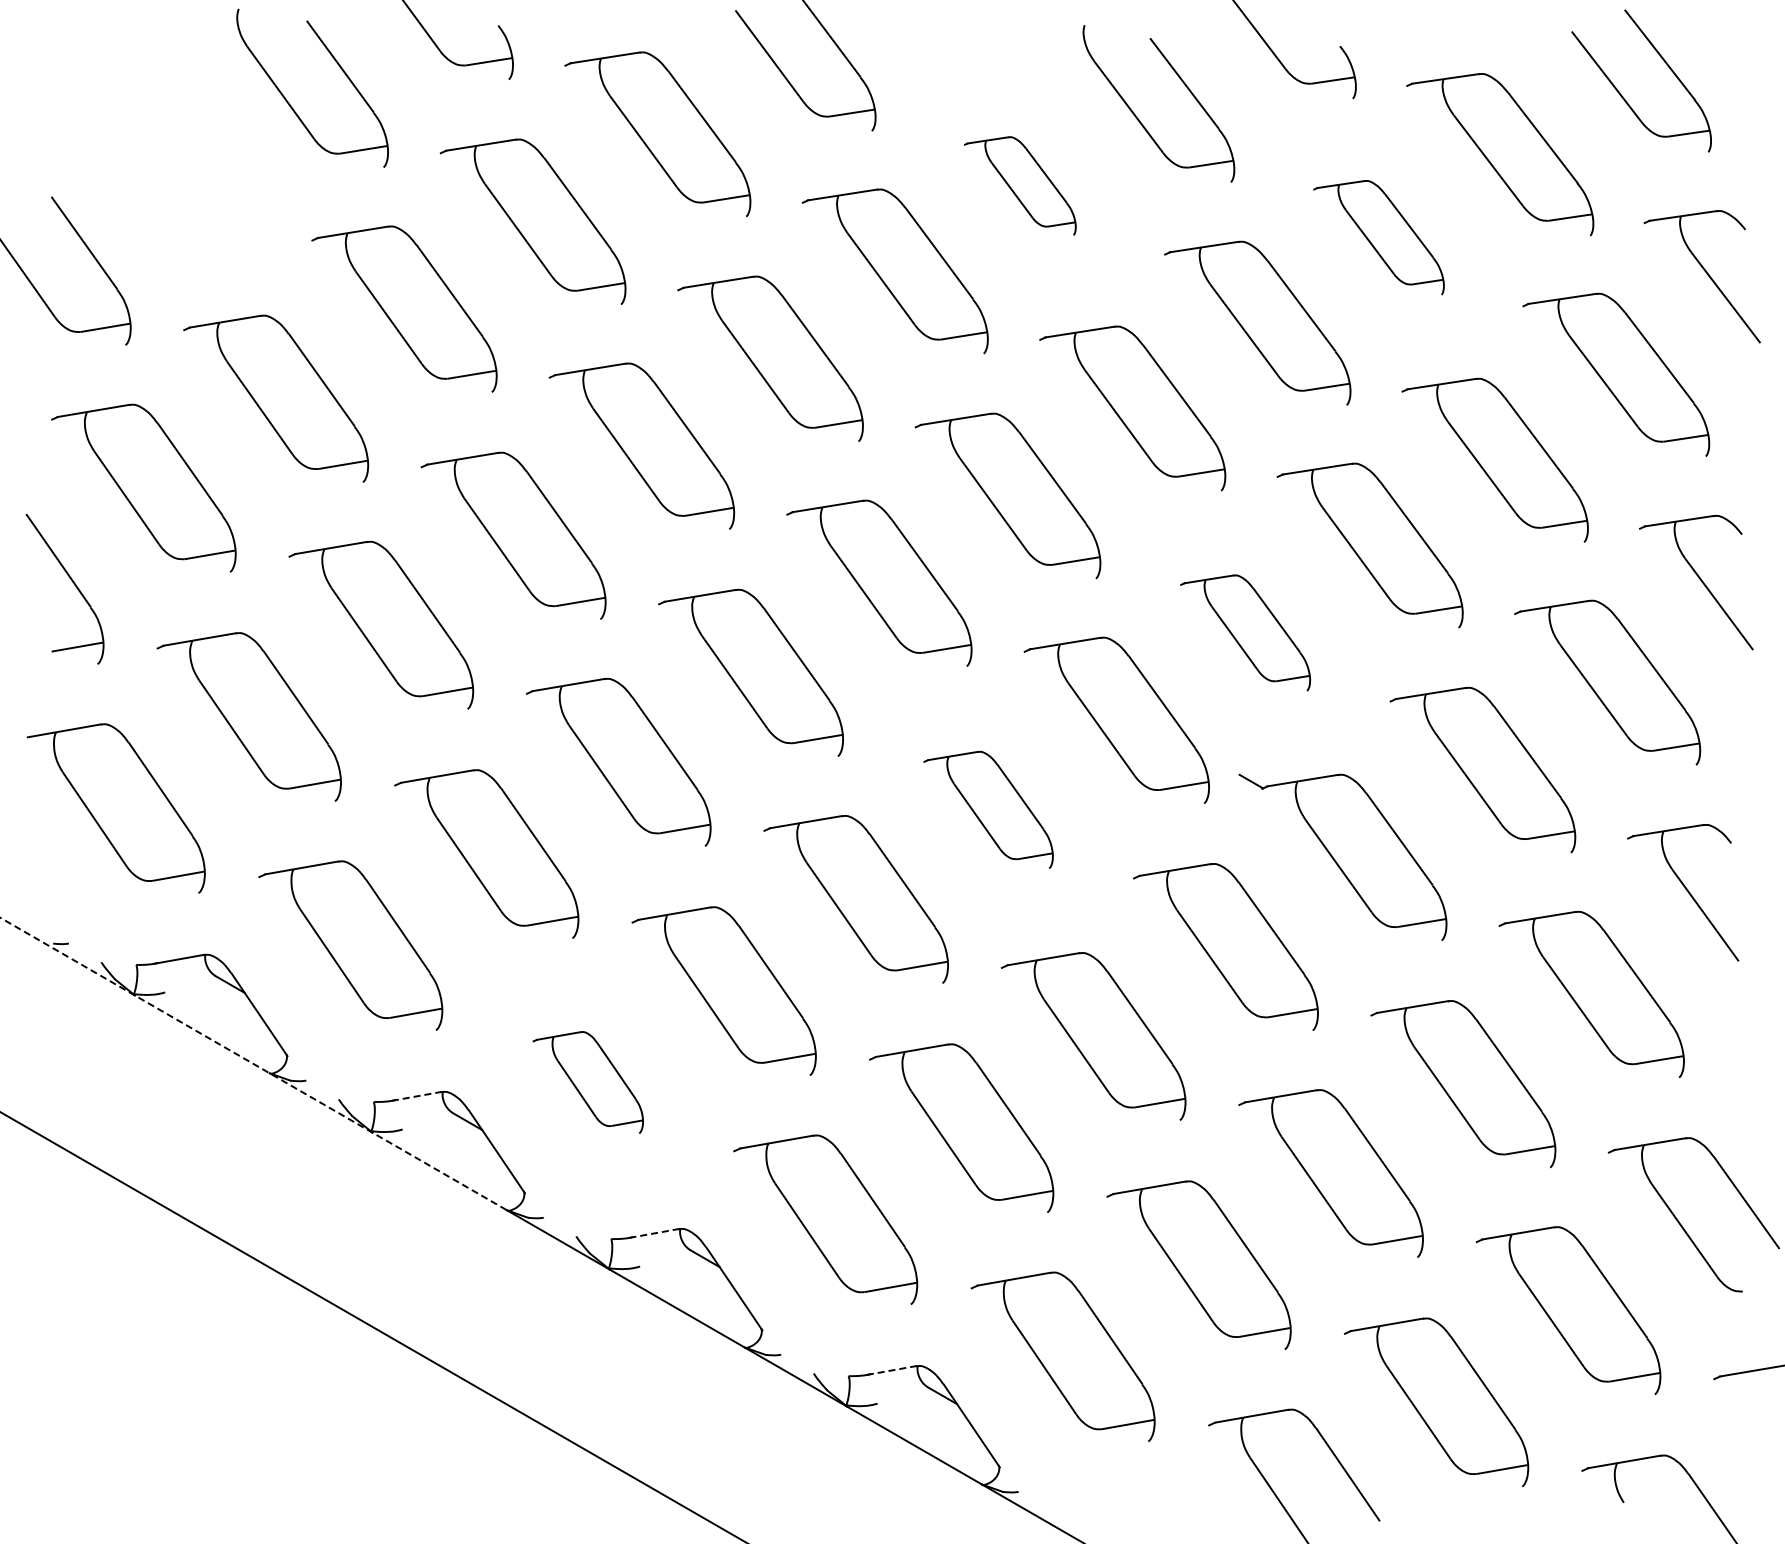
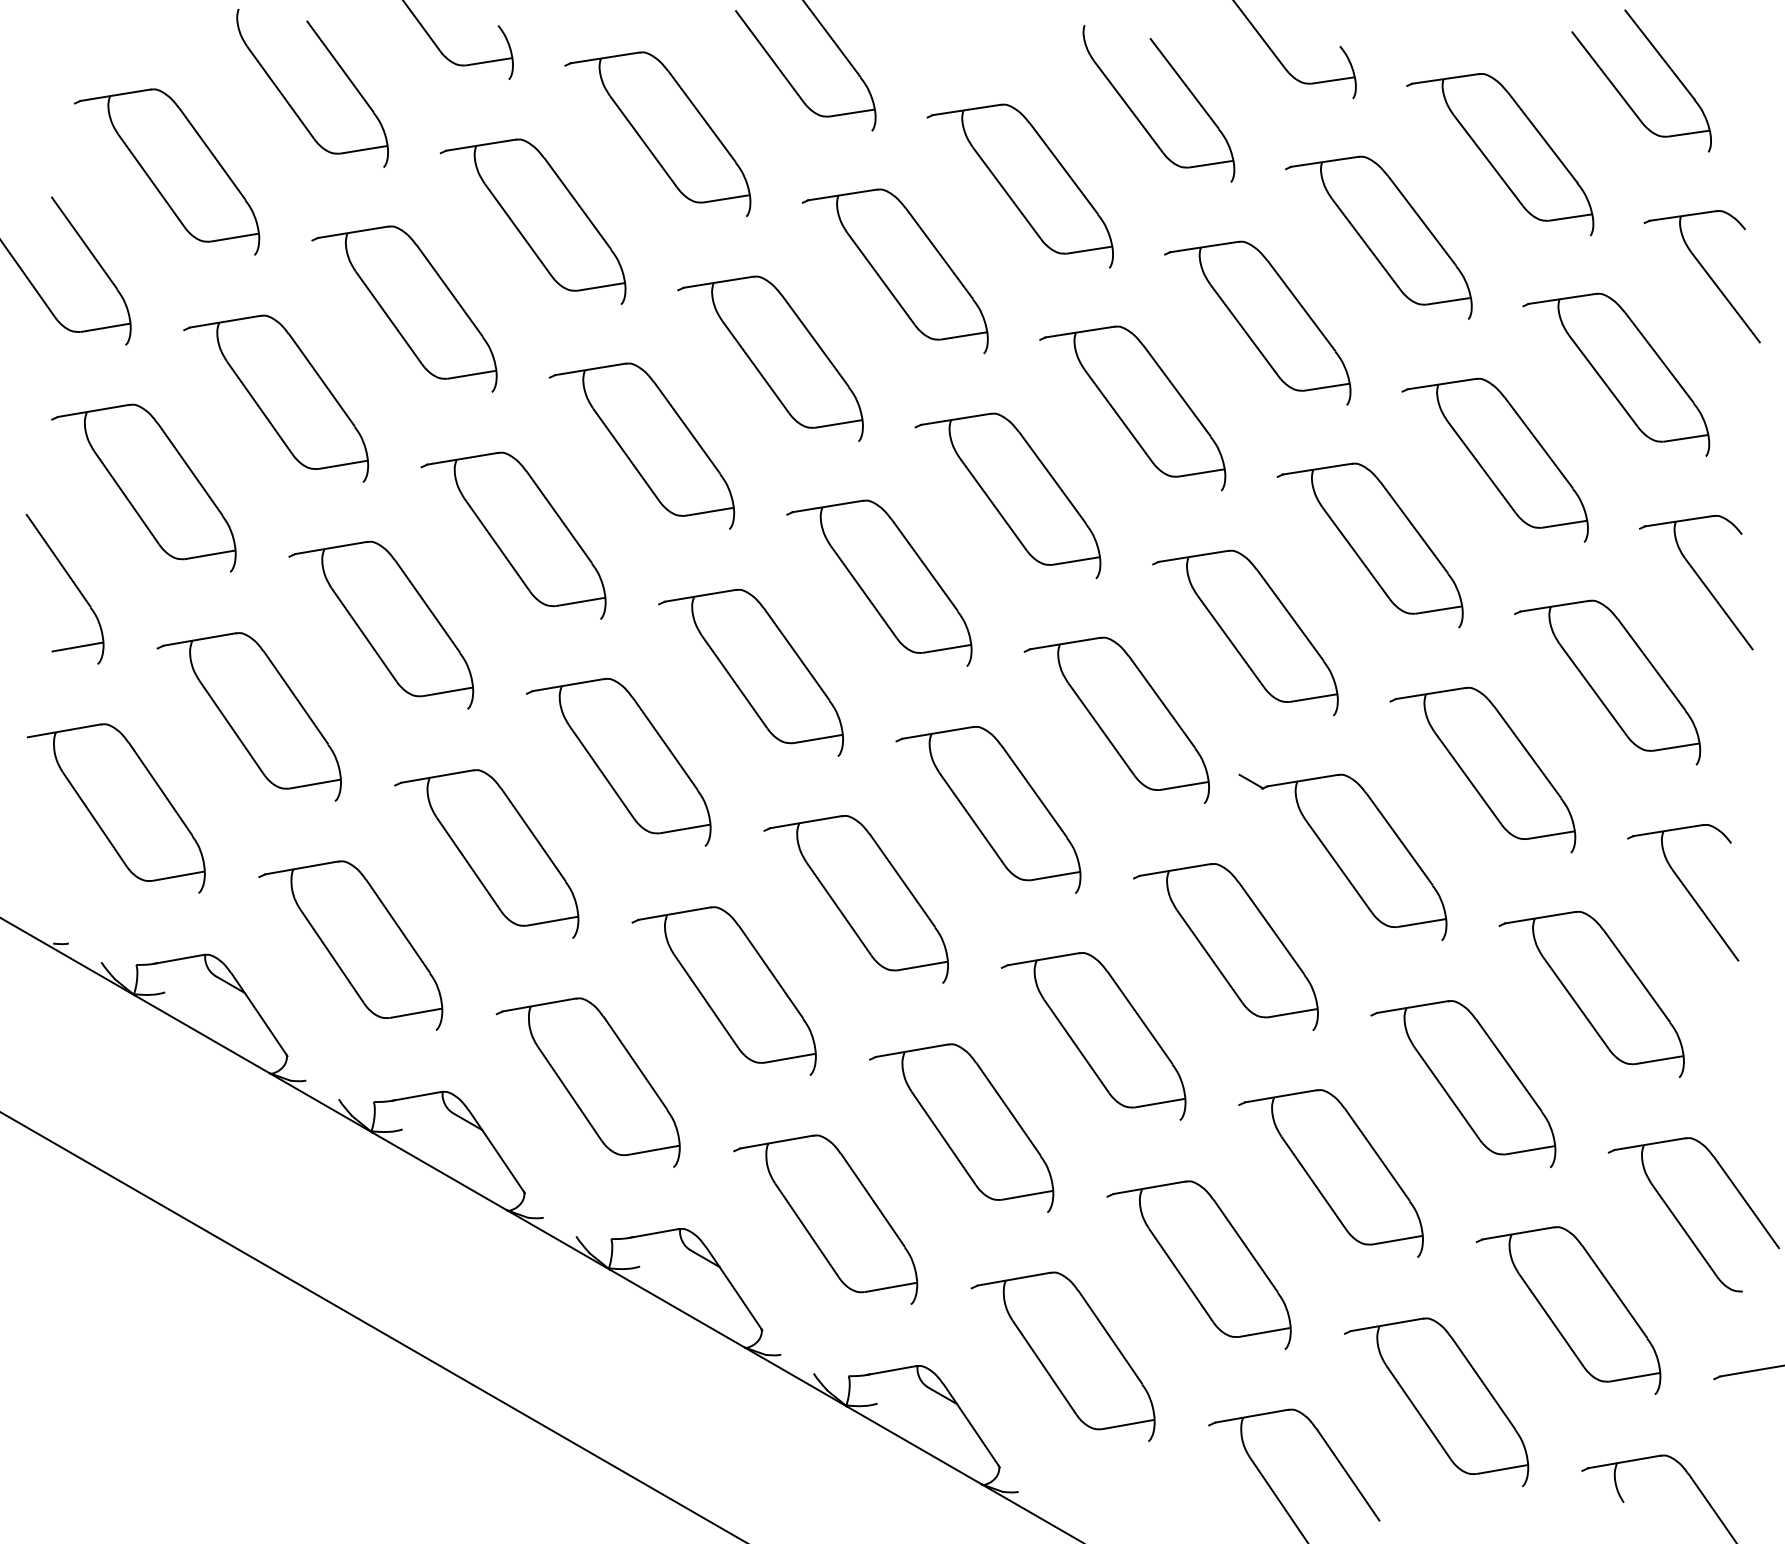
part at (167, 171): none -> present
part at (1019, 185) size: 114x100 px -> 188x166 px
part at (1378, 237) size: 132x116 px -> 188x165 px
part at (1245, 632) size: 132x118 px -> 187x168 px
part at (988, 809) size: 131x119 px -> 187x168 px
line at (254, 1064): dashed -> solid
part at (587, 1082) size: 112x103 px -> 186x171 px
line at (417, 1096): dashed -> solid
line at (654, 1233): dashed -> solid
line at (892, 1370): dashed -> solid
